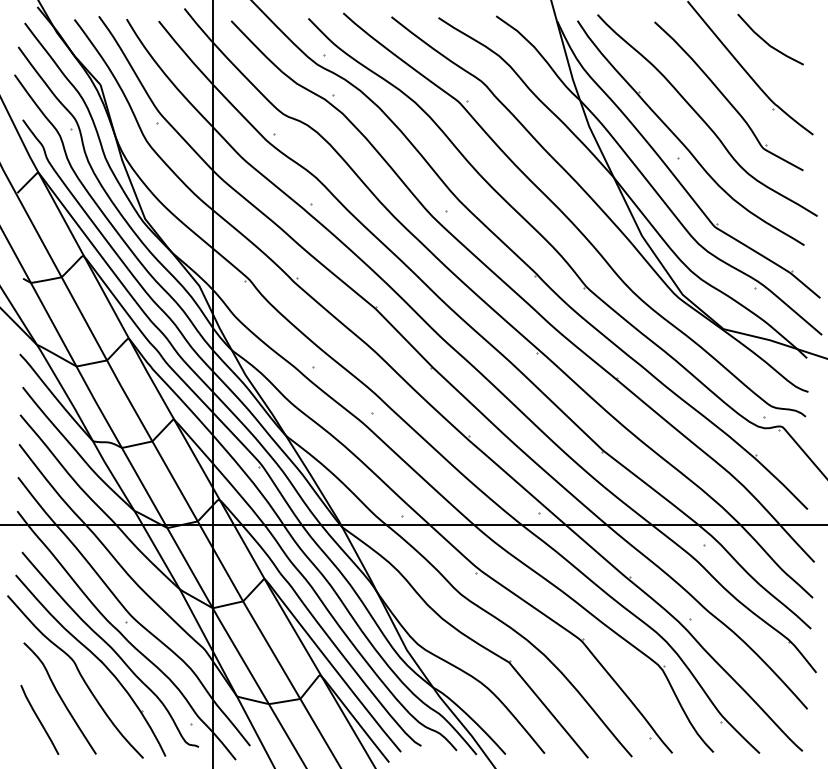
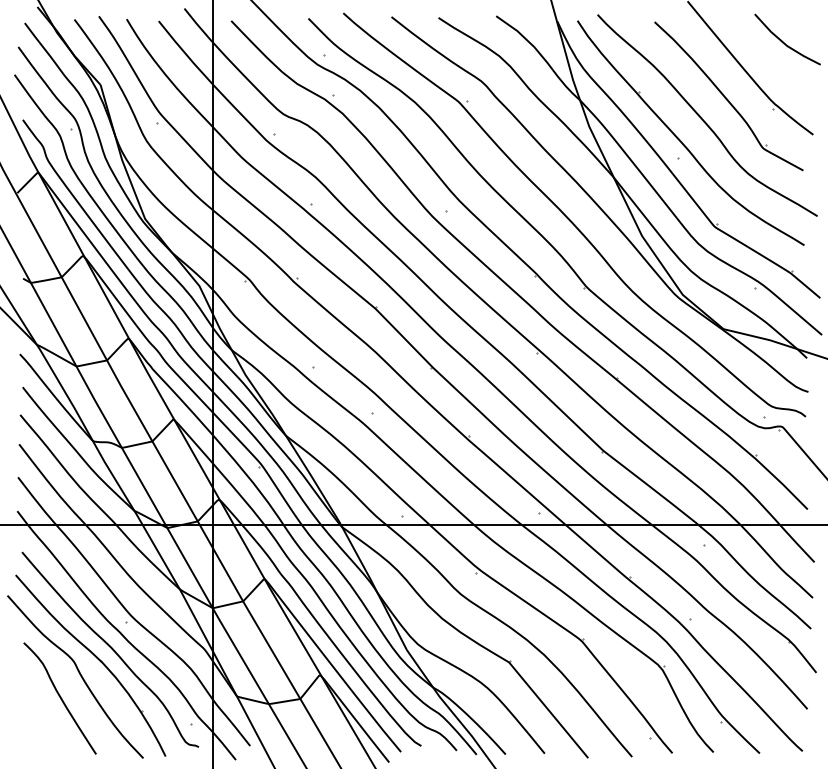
line at (767, 42) position: (767, 42) -> (784, 42)
curve at (39, 719): present -> none
